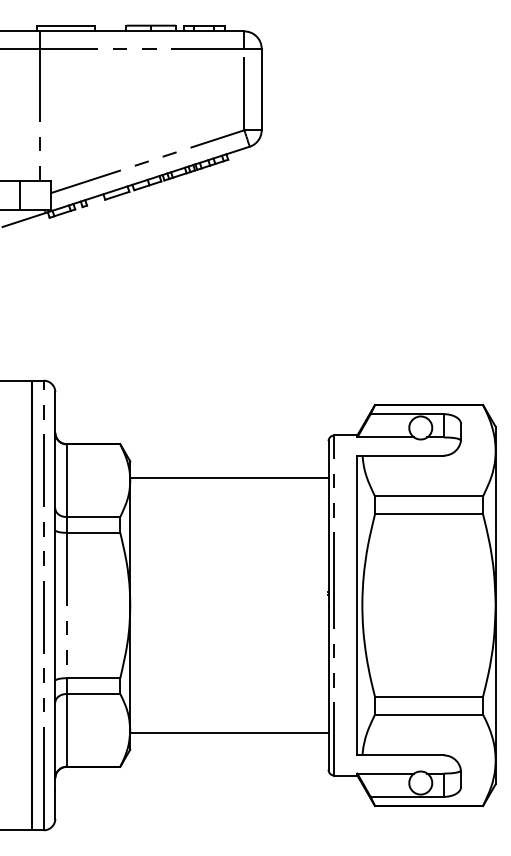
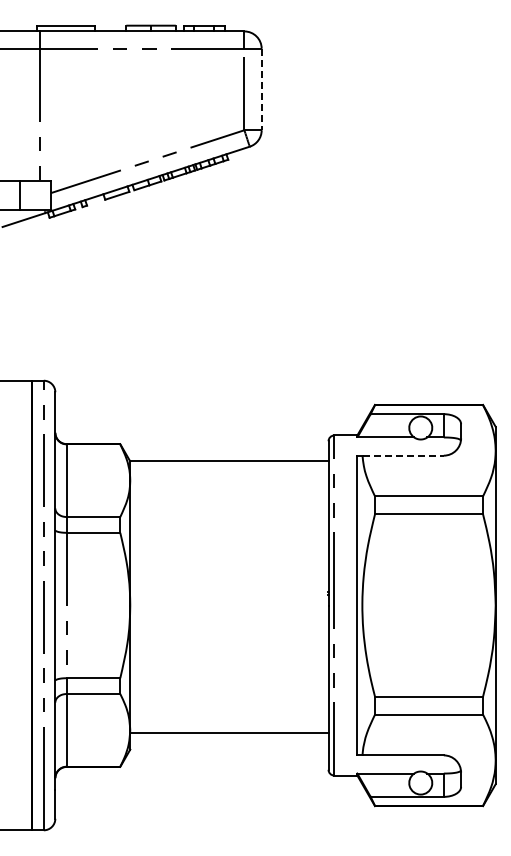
line at (261, 89): solid -> dashed
line at (403, 455): solid -> dashed
line at (229, 477) position: (229, 477) -> (229, 460)
